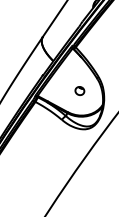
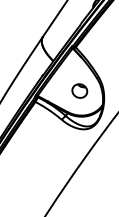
part at (79, 90) size: 12x10 px -> 18x16 px
